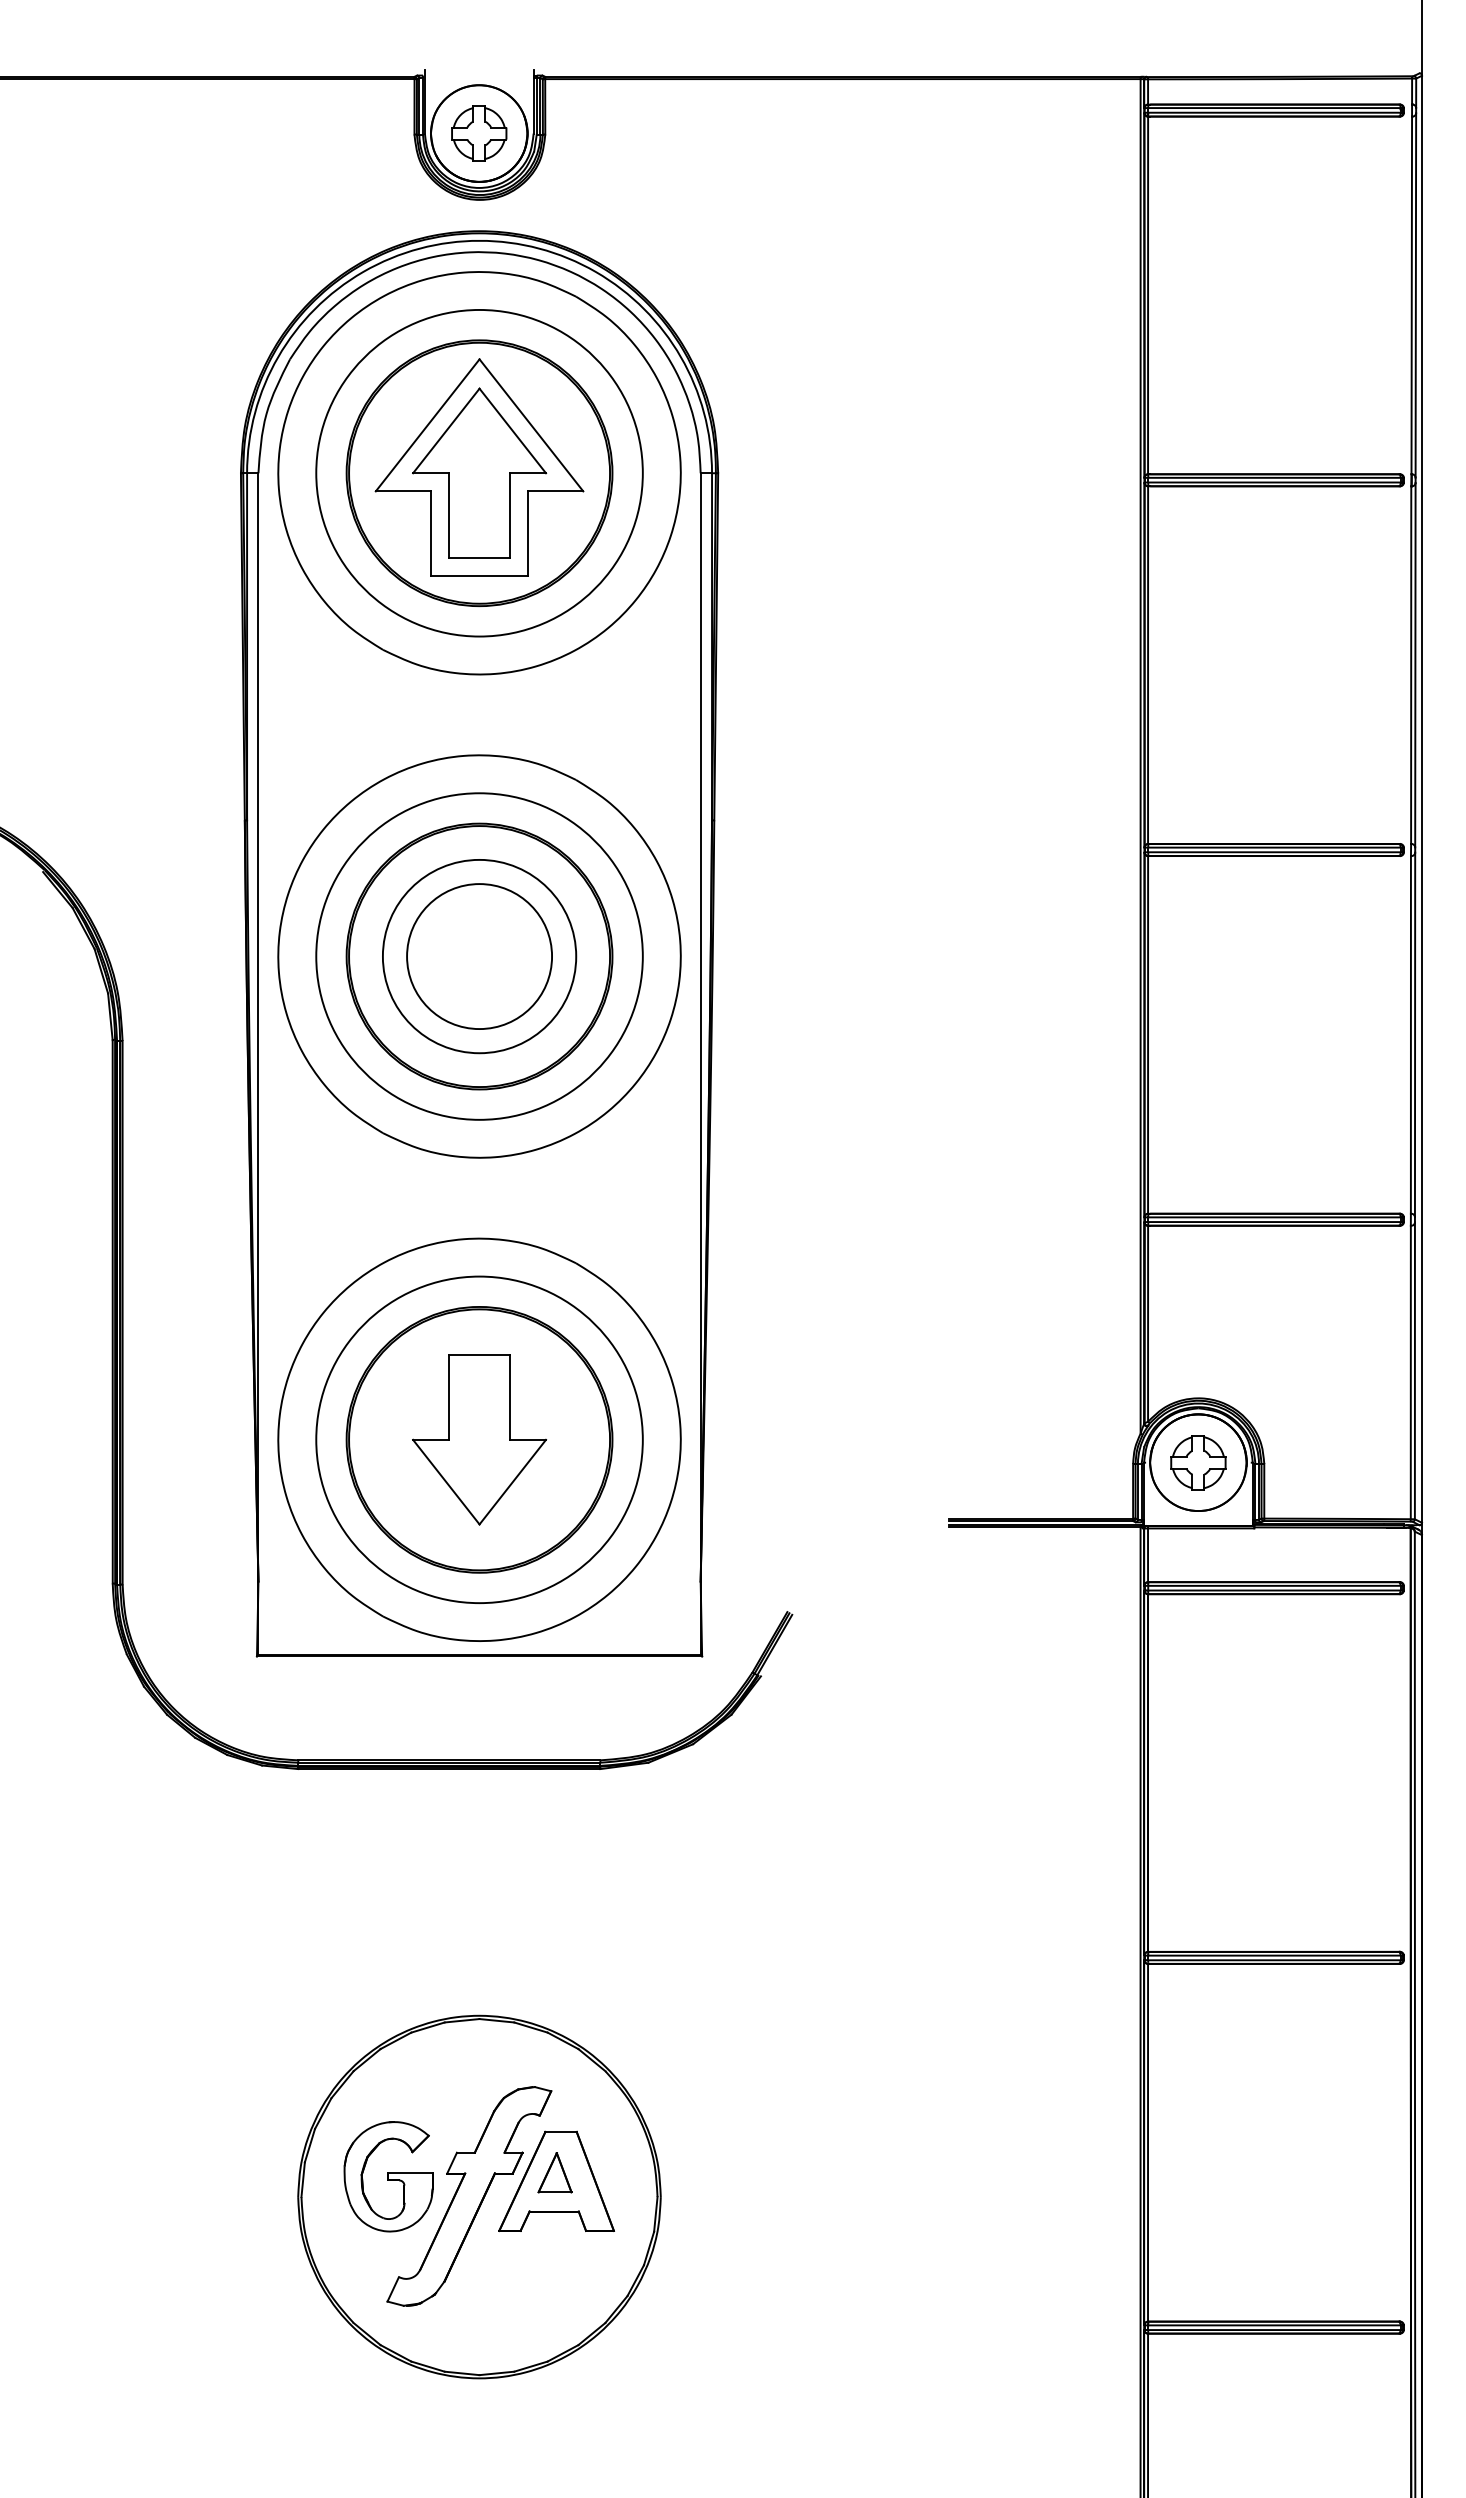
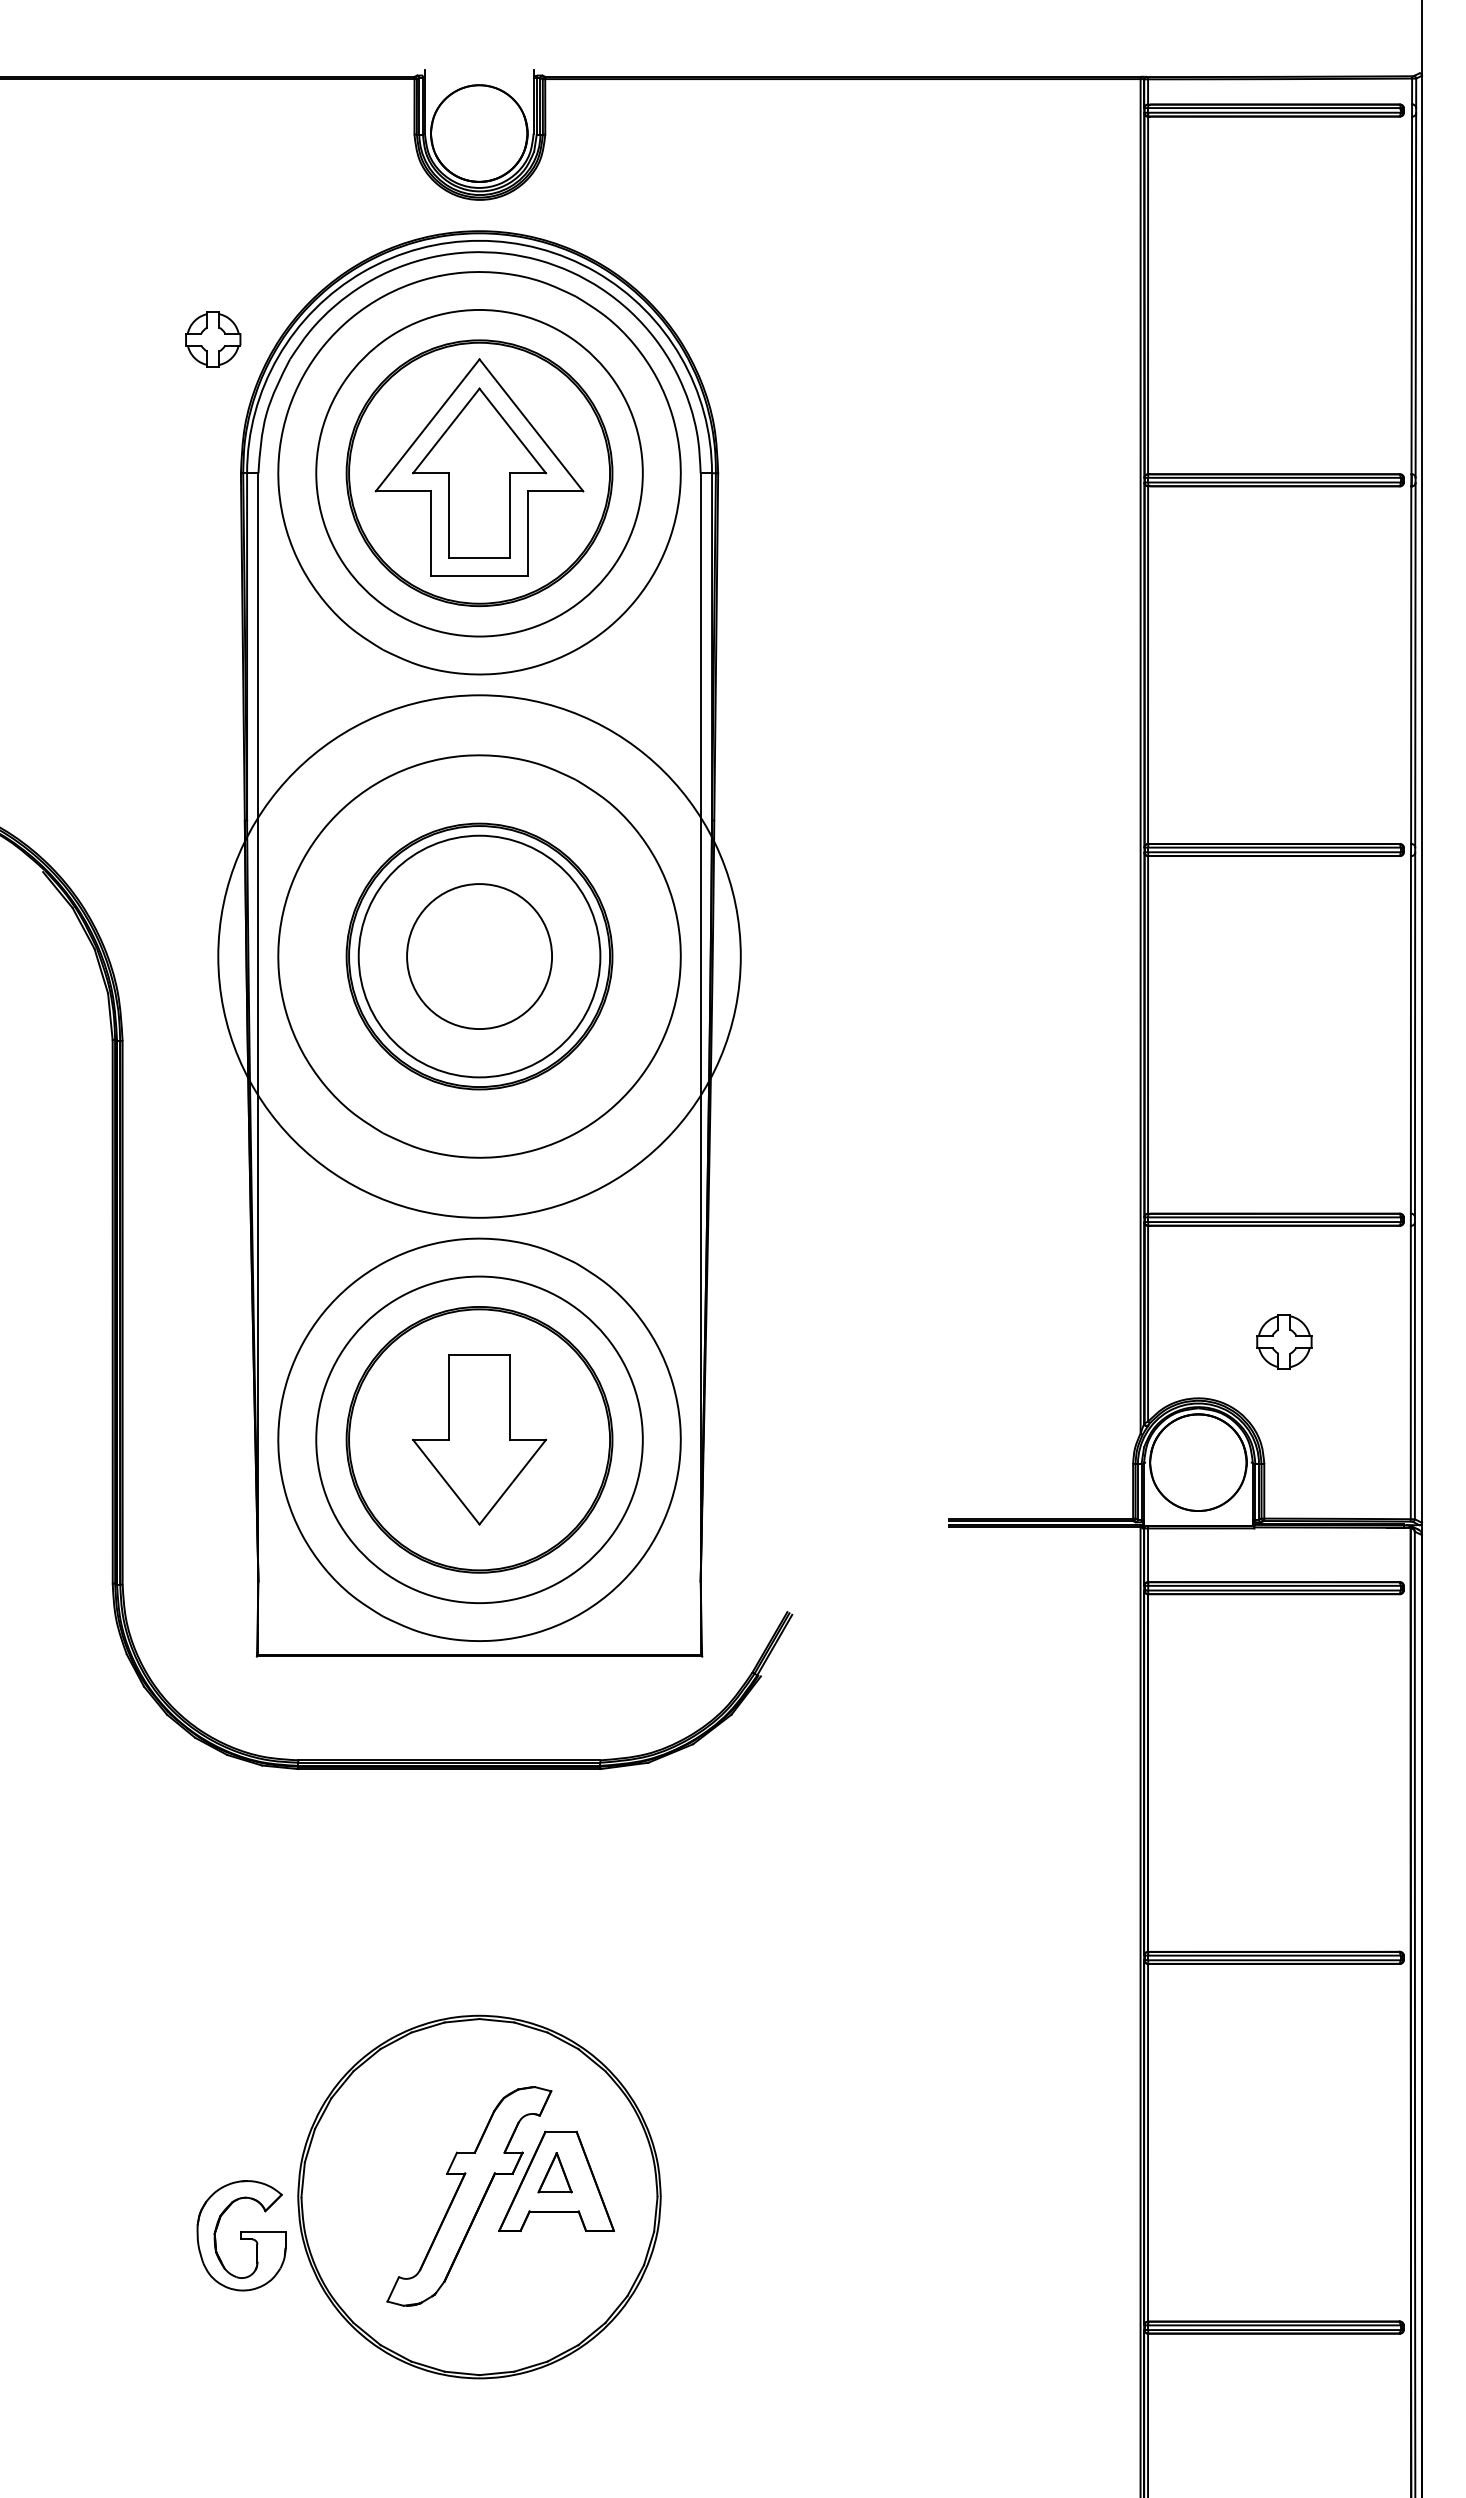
part at (479, 133) position: (479, 133) -> (213, 339)
circle at (479, 956) diameter: 193 px -> 242 px
circle at (479, 956) diameter: 327 px -> 523 px
part at (1198, 1462) position: (1198, 1462) -> (1284, 1341)
part at (388, 2176) position: (388, 2176) -> (241, 2235)
